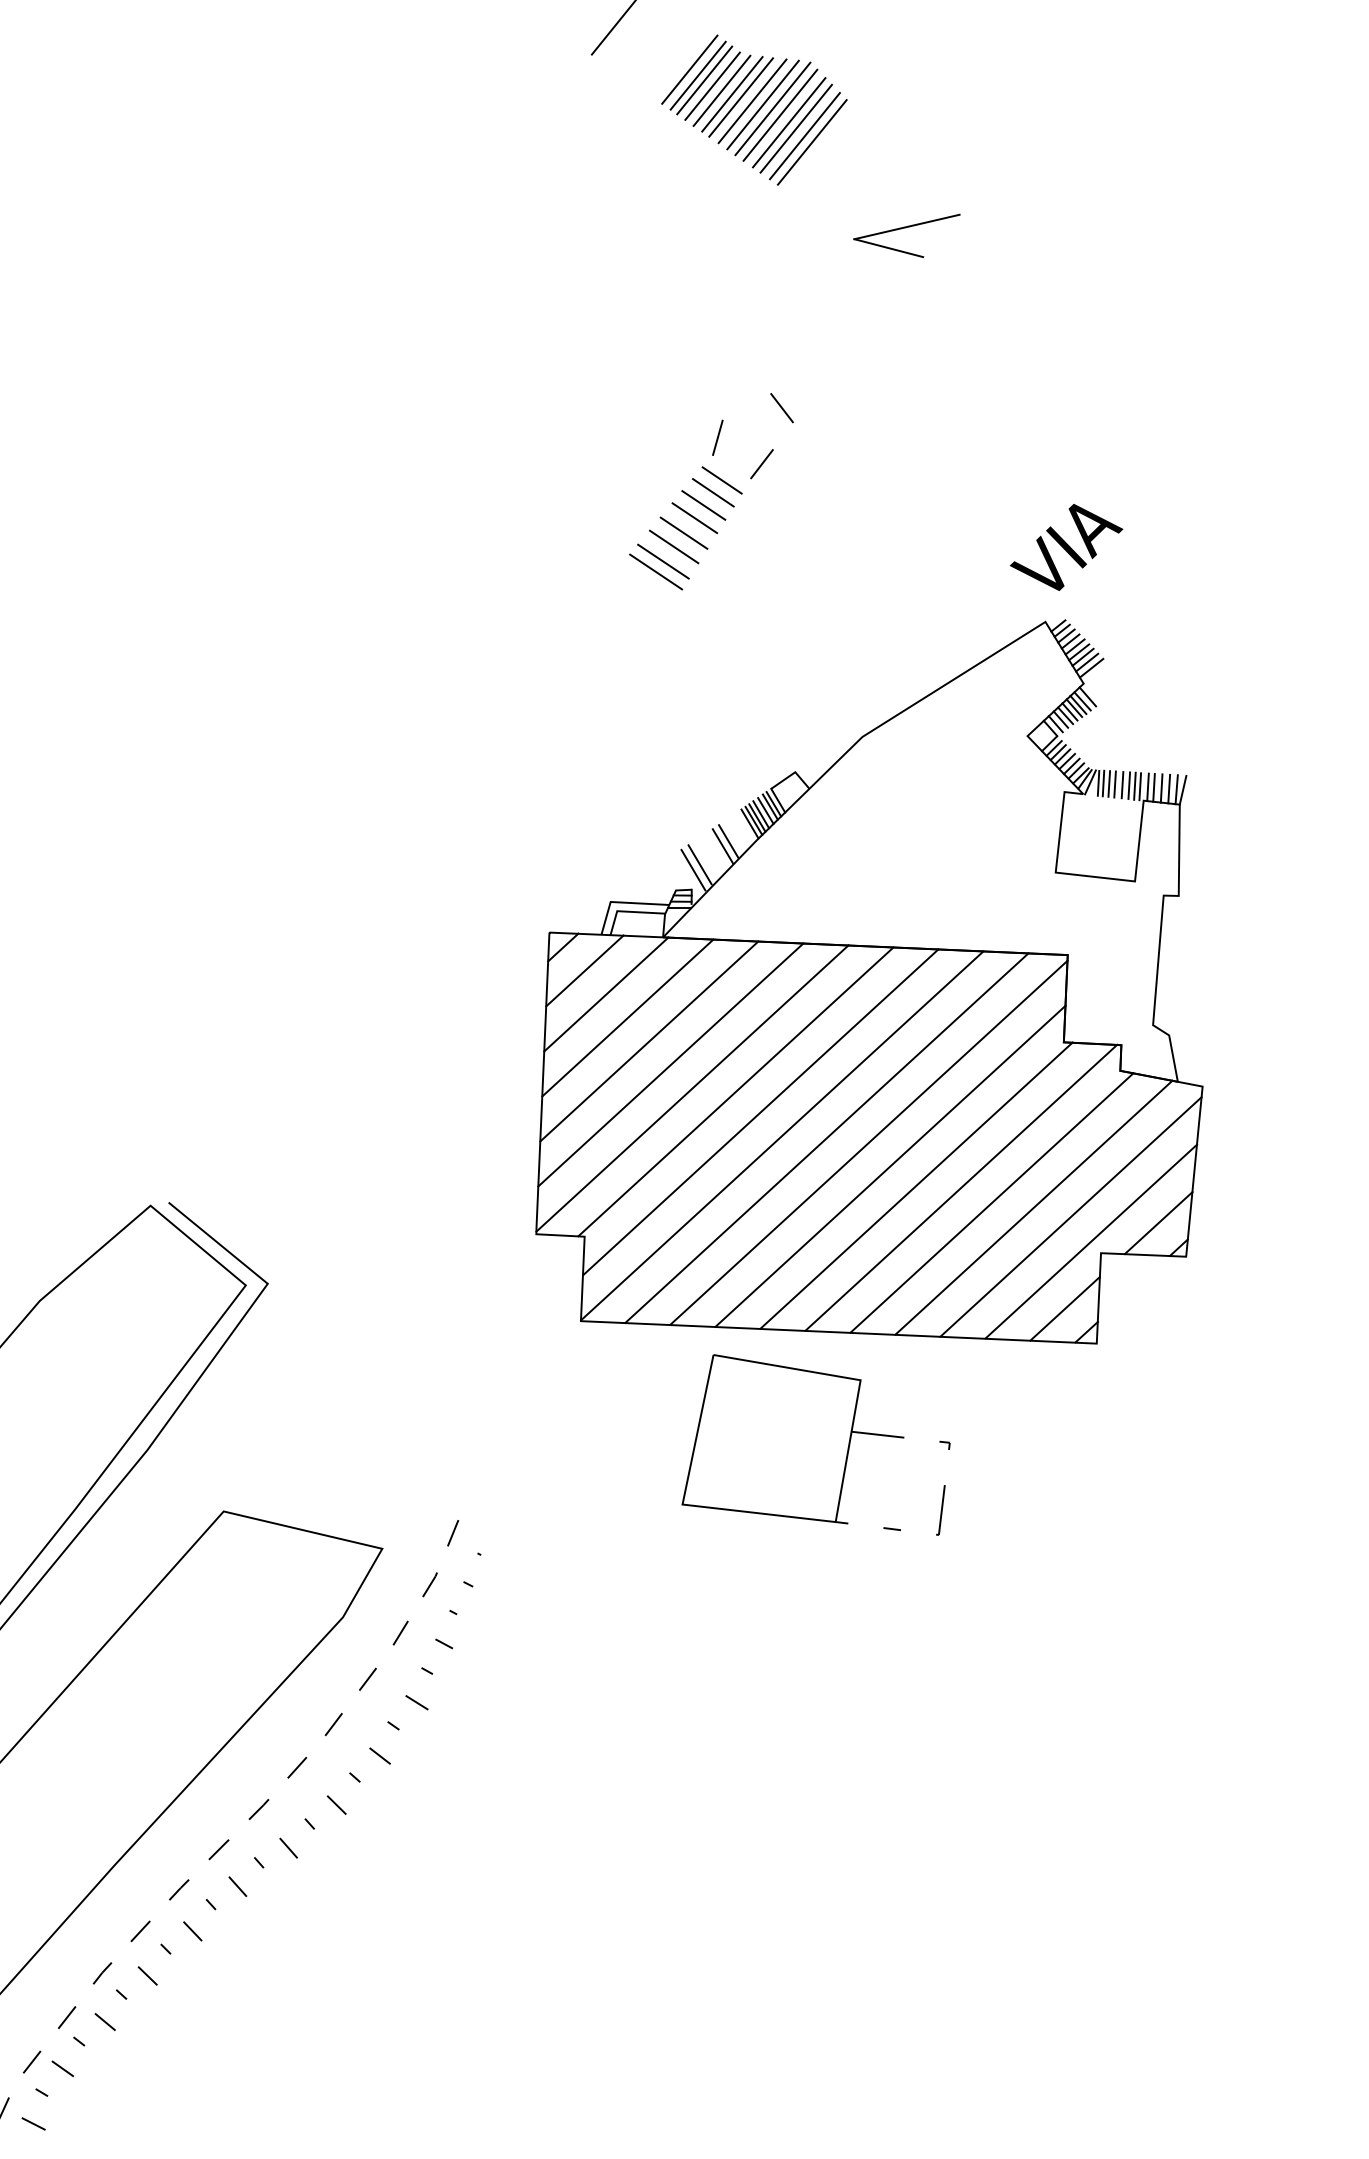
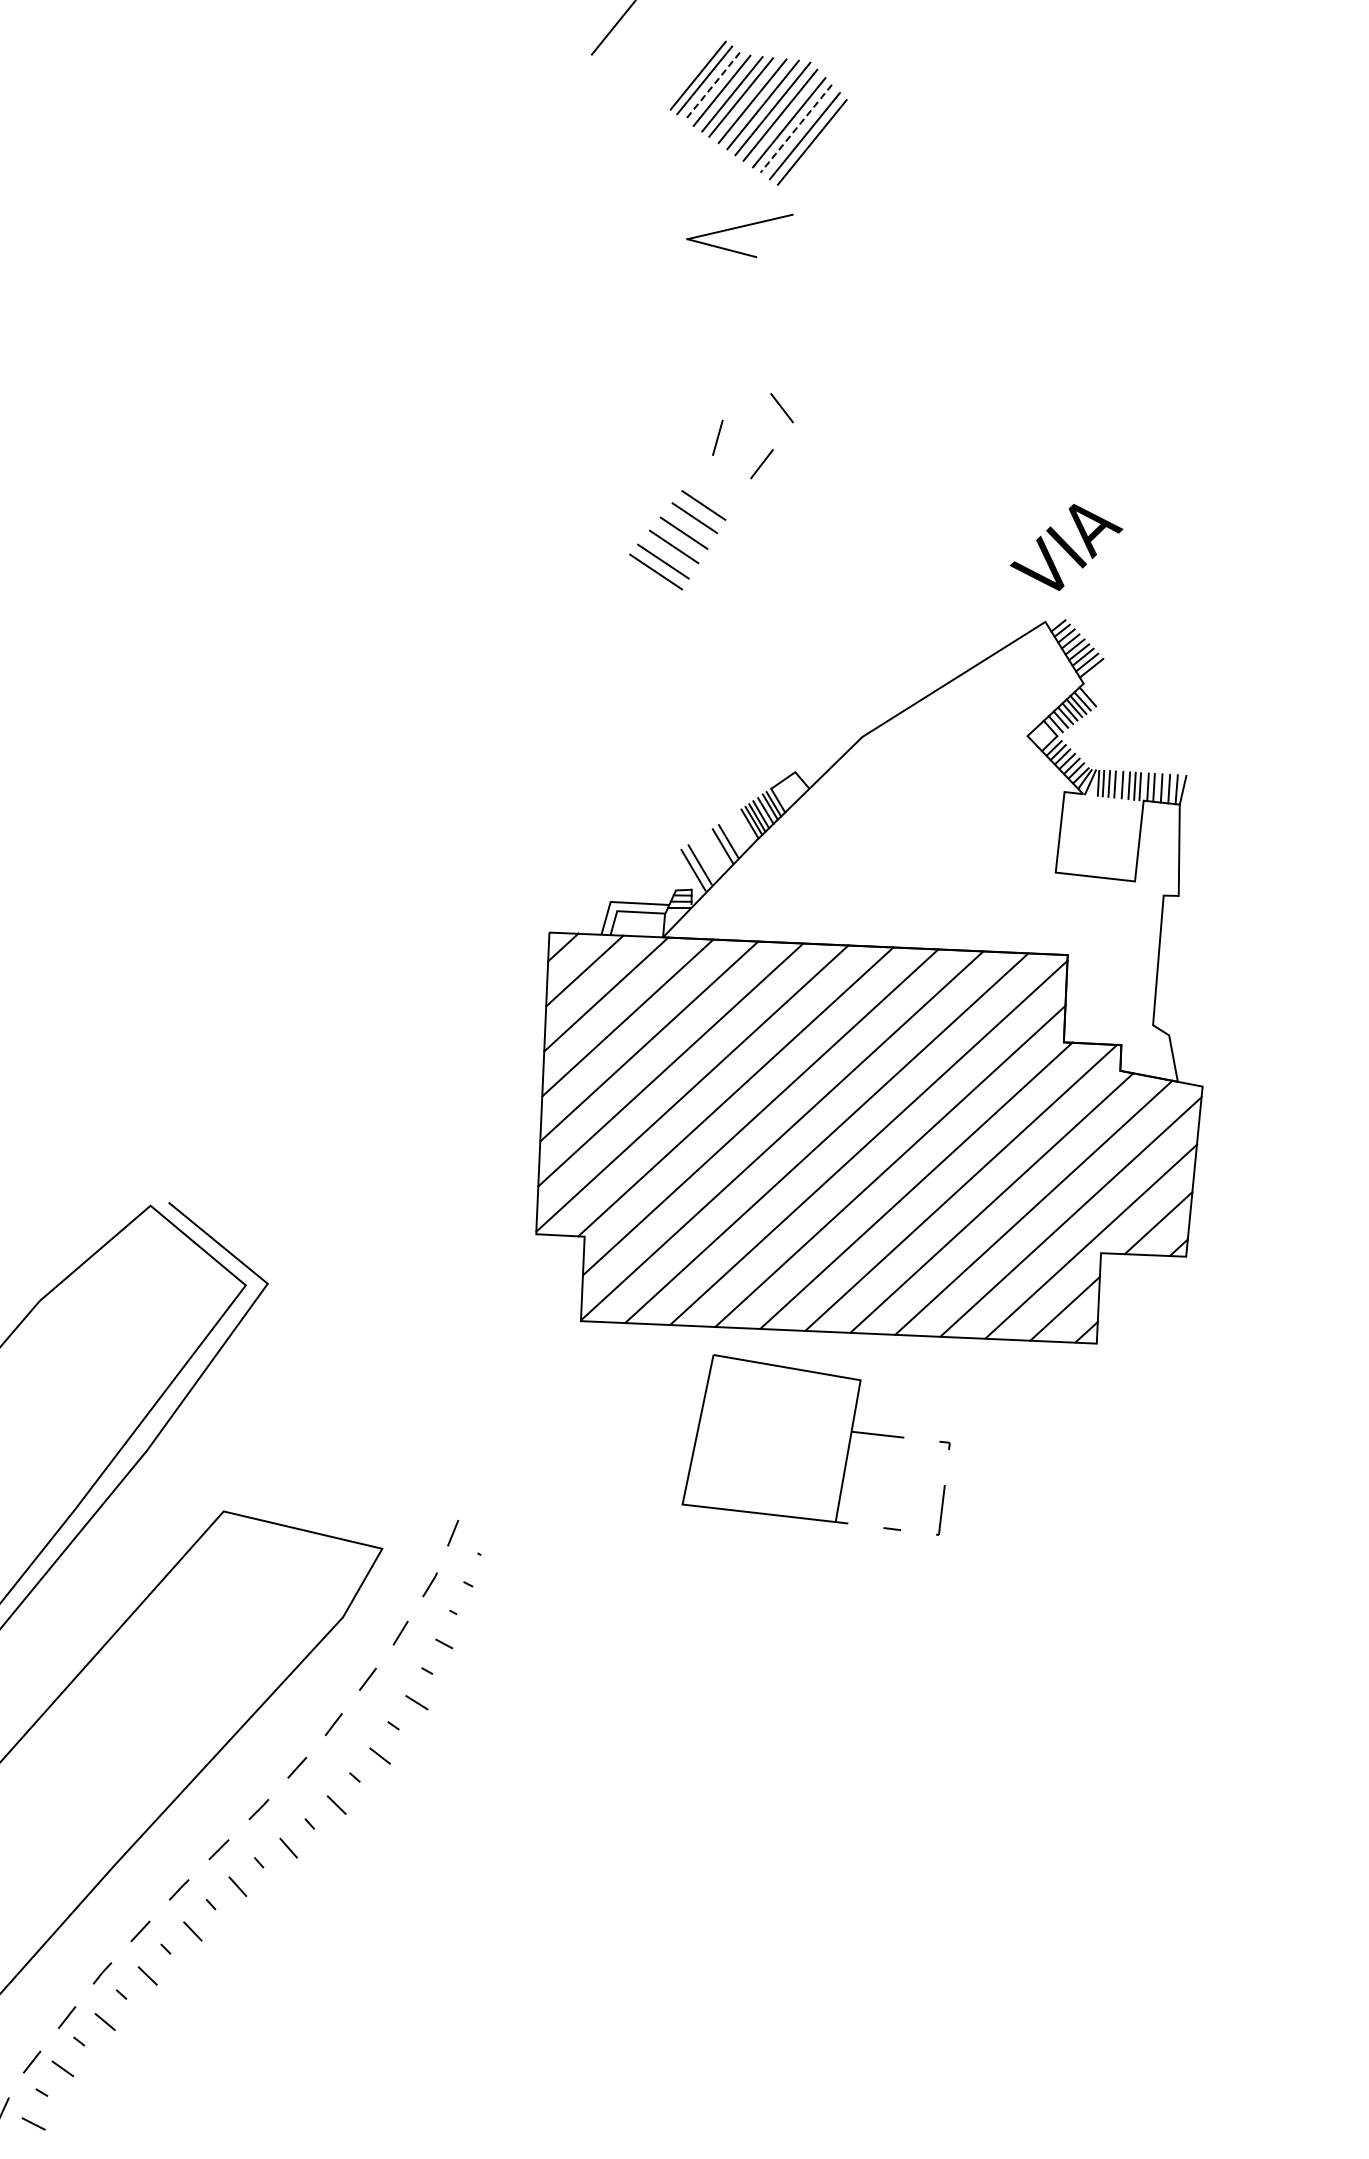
line at (689, 69): present -> none
line at (712, 86): solid -> dashed
line at (796, 128): solid -> dashed
part at (905, 228) position: (905, 228) -> (738, 228)
line at (721, 480): present -> none
line at (713, 492): present -> none
